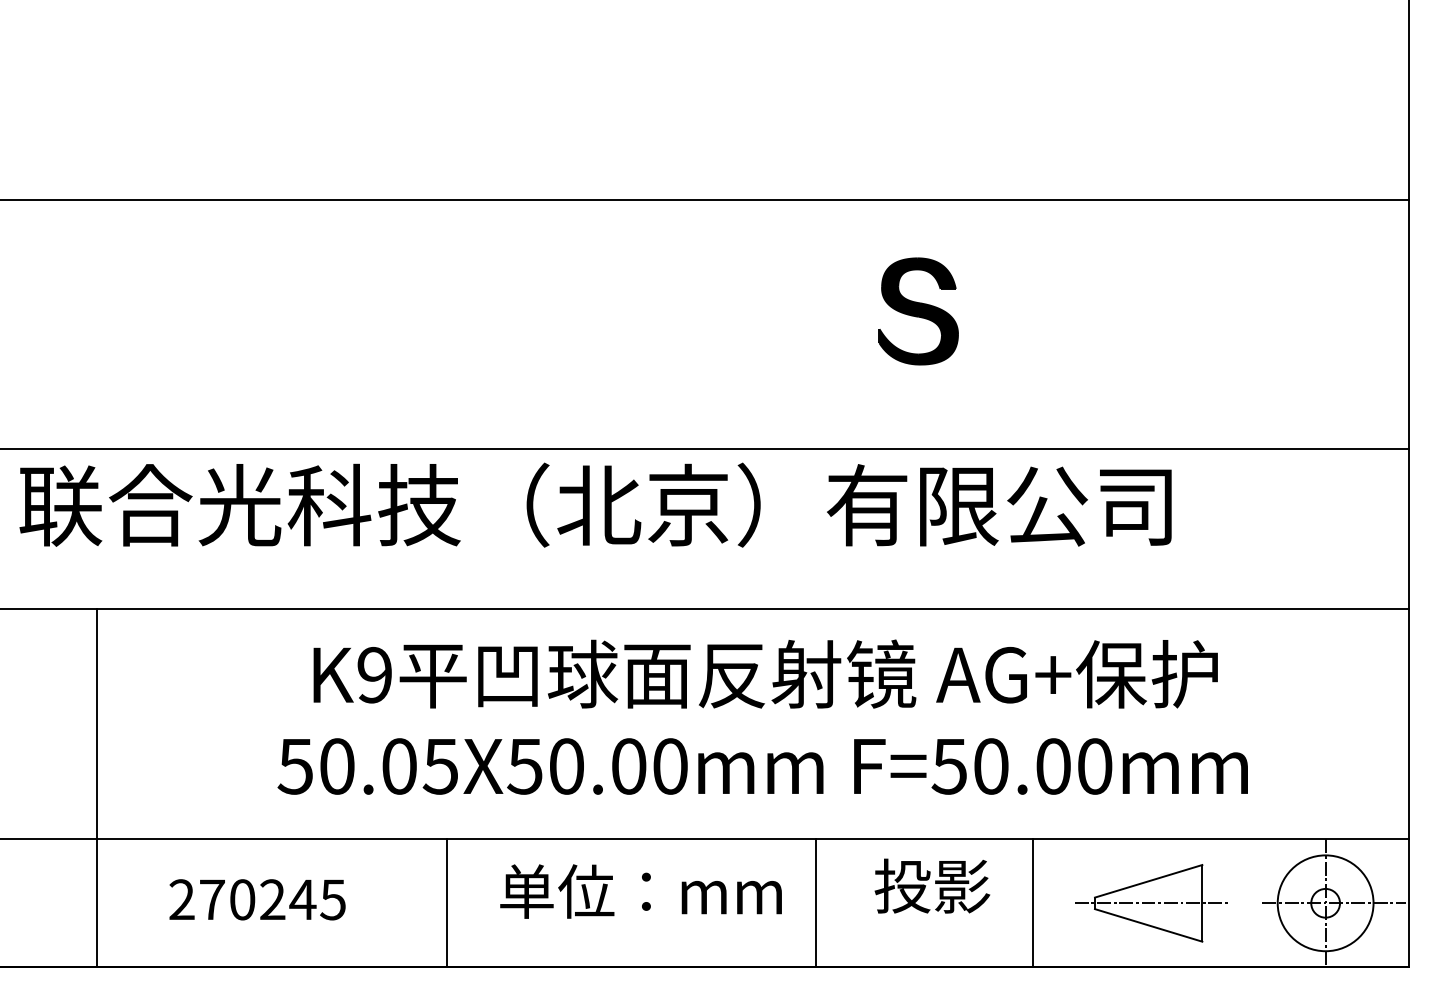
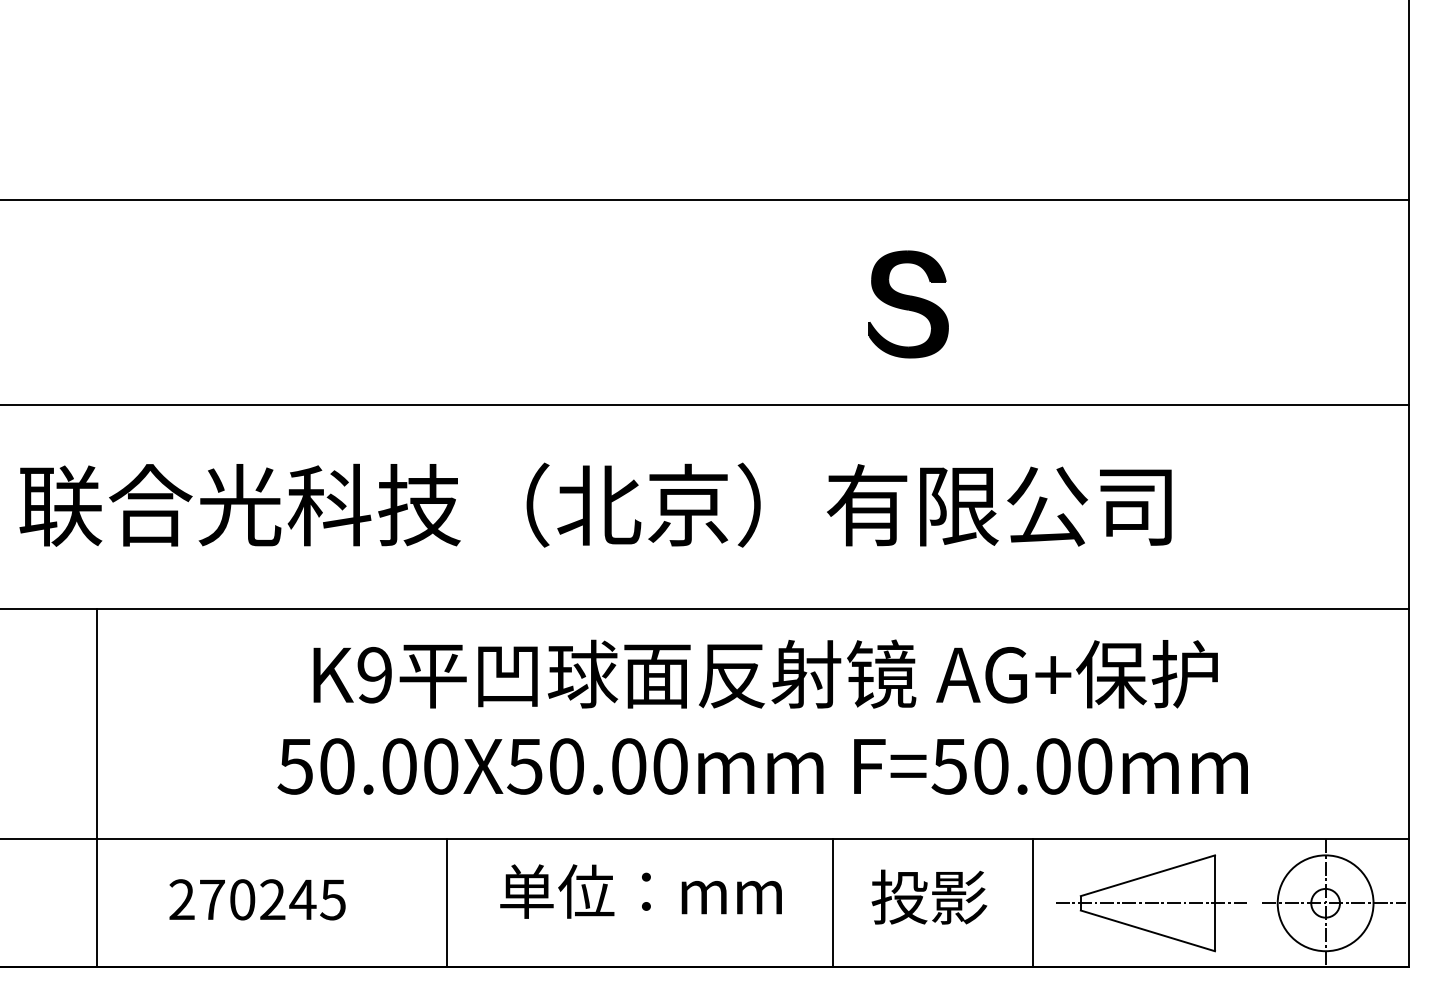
part at (918, 311) position: (918, 311) -> (908, 304)
line at (705, 448) position: (705, 448) -> (705, 404)
text at (440, 766): ^J50.05X50.00mm -> ^J50.00X50.00mm
text at (932, 885) position: (932, 885) -> (929, 896)
line at (815, 903) position: (815, 903) -> (832, 903)
part at (1151, 903) size: 153x79 px -> 191x99 px
